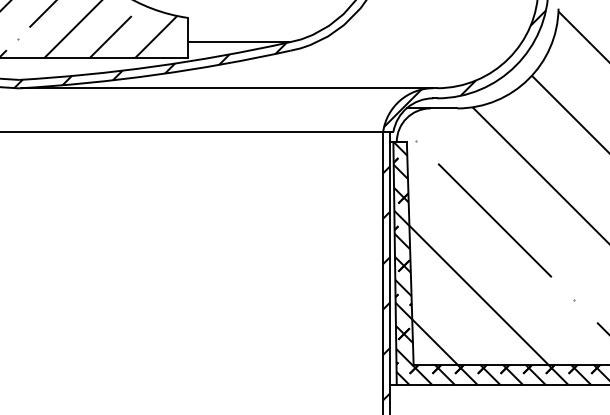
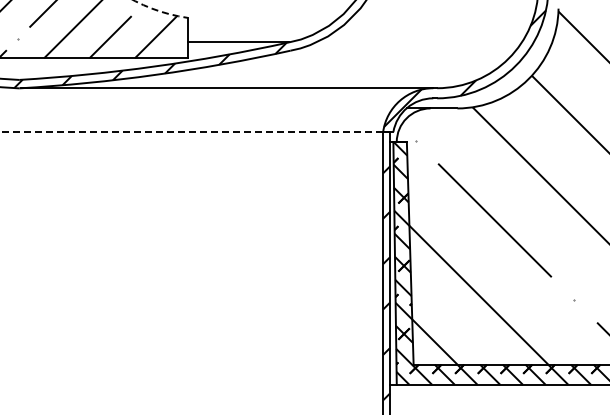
arc at (159, 11): solid -> dashed
line at (191, 132): solid -> dashed
